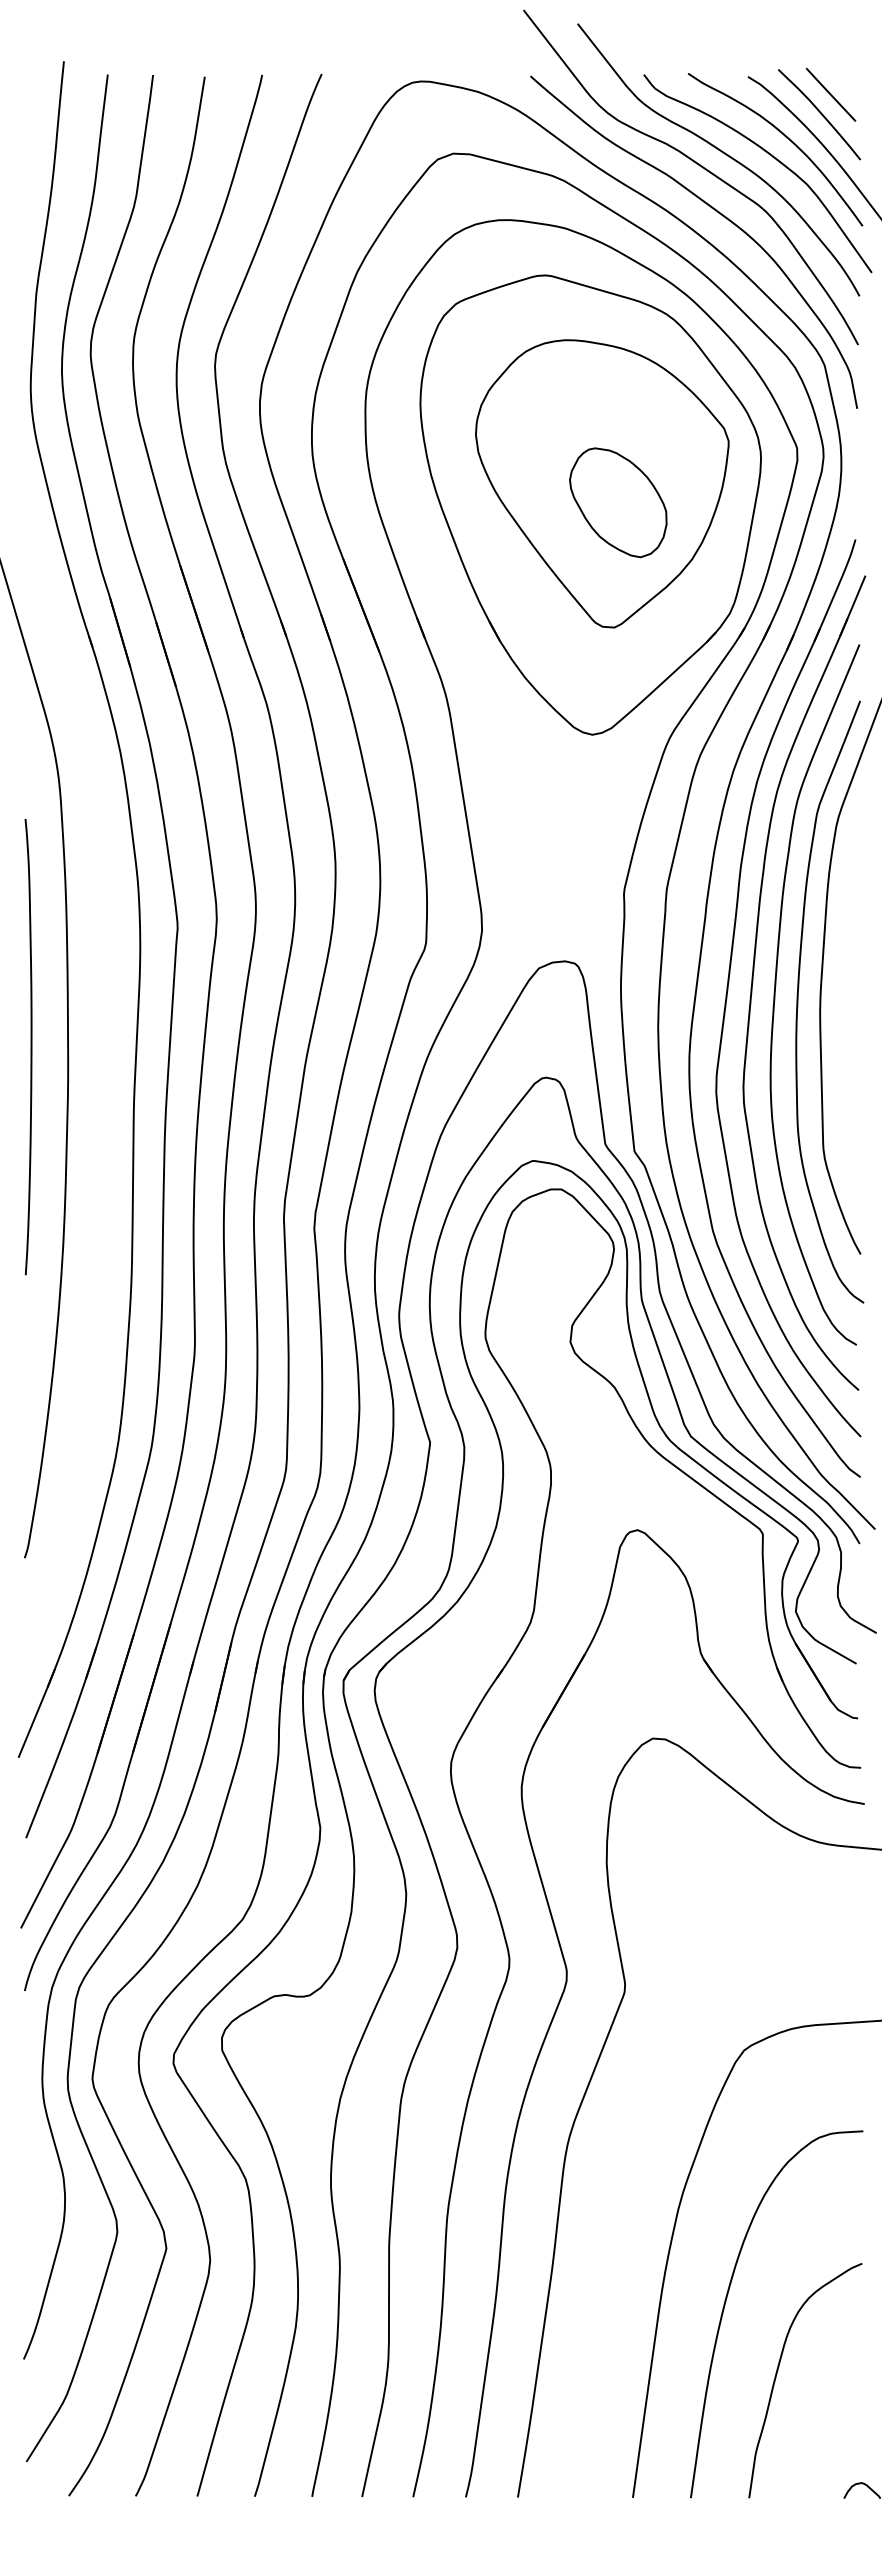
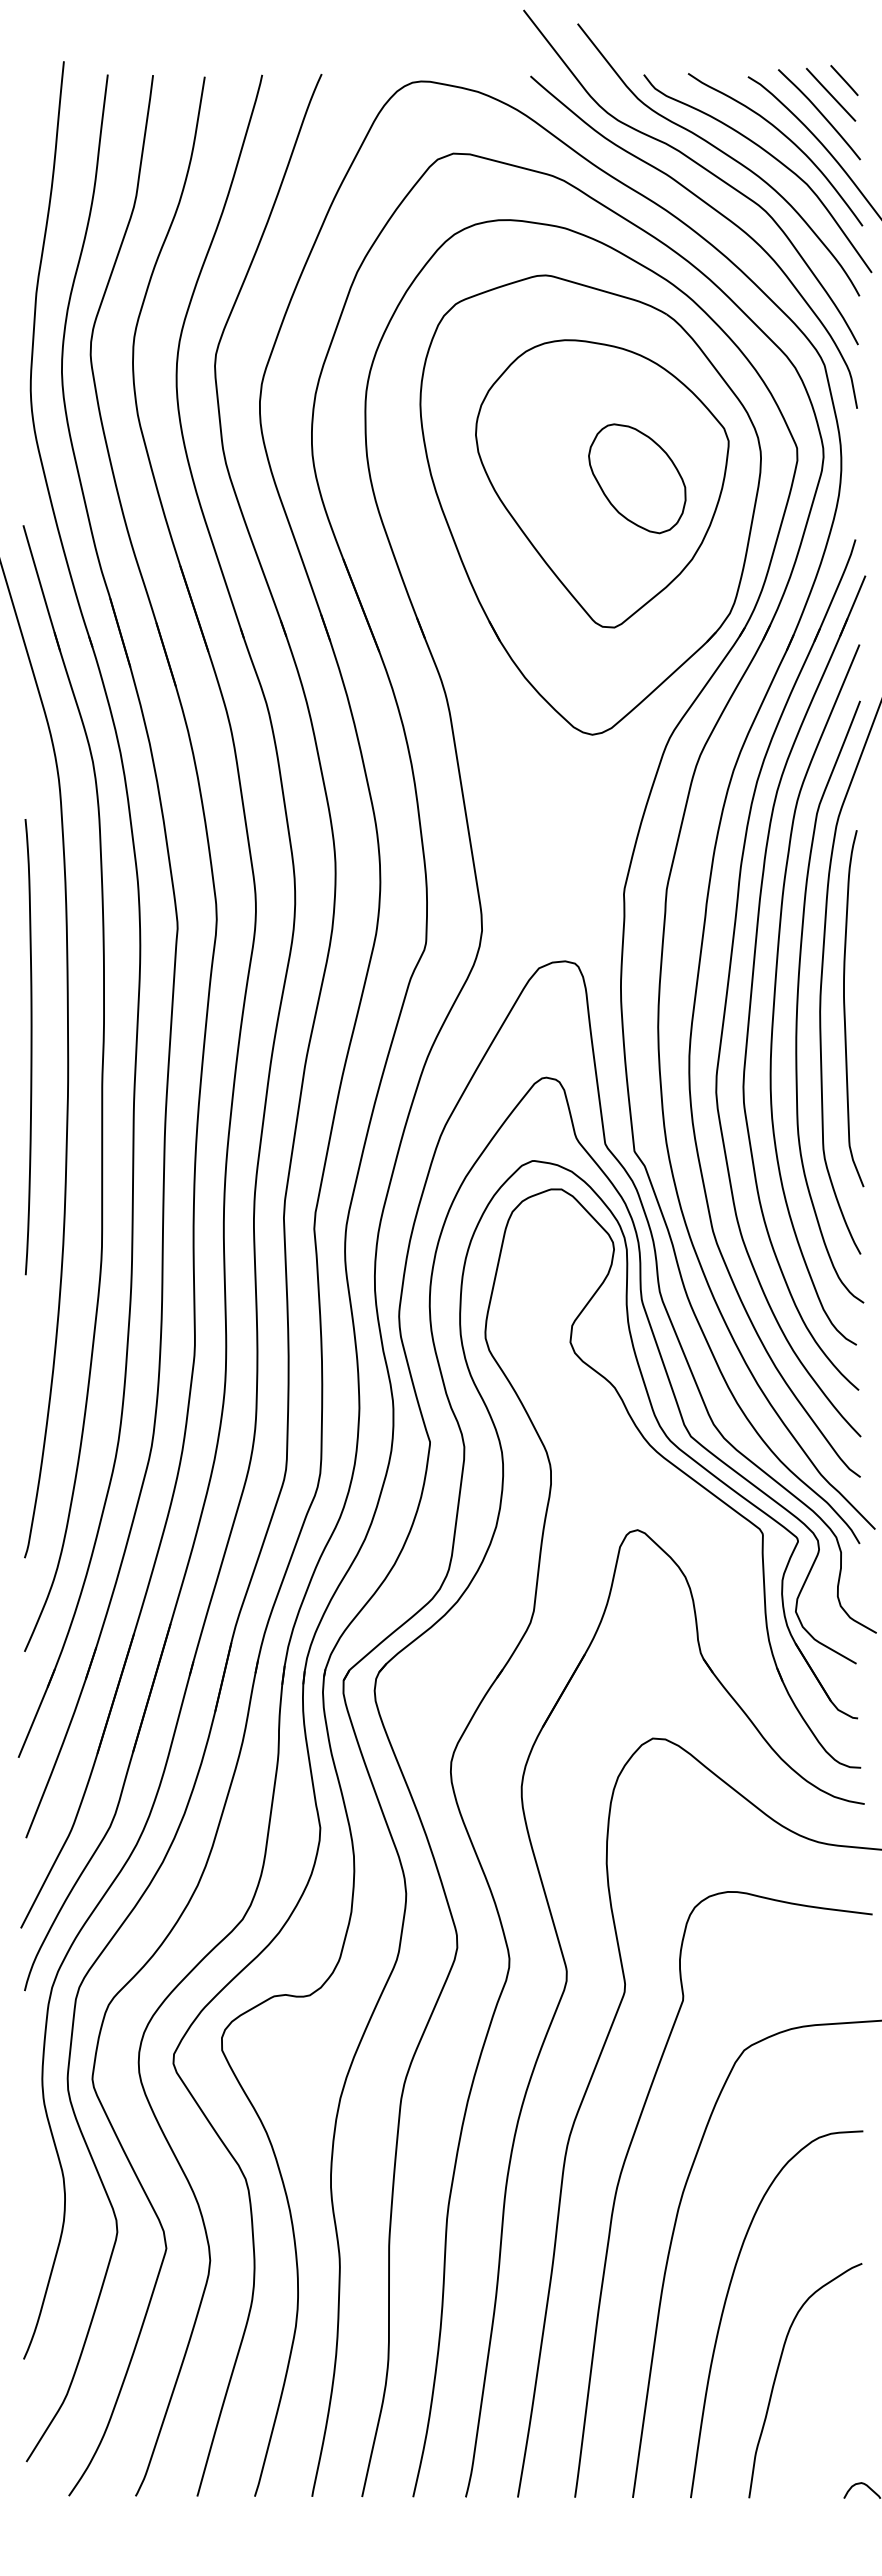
line at (844, 80): none -> present
part at (618, 502) position: (618, 502) -> (637, 478)
curve at (845, 1008): none -> present
part at (101, 1088): none -> present
curve at (623, 2169): none -> present
